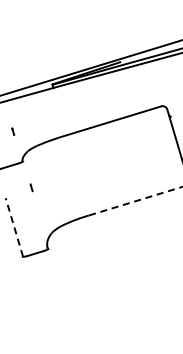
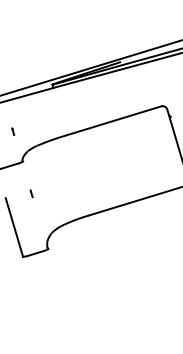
part at (31, 187) position: (31, 187) -> (31, 193)
line at (135, 201): dashed -> solid
line at (14, 227): dashed -> solid
